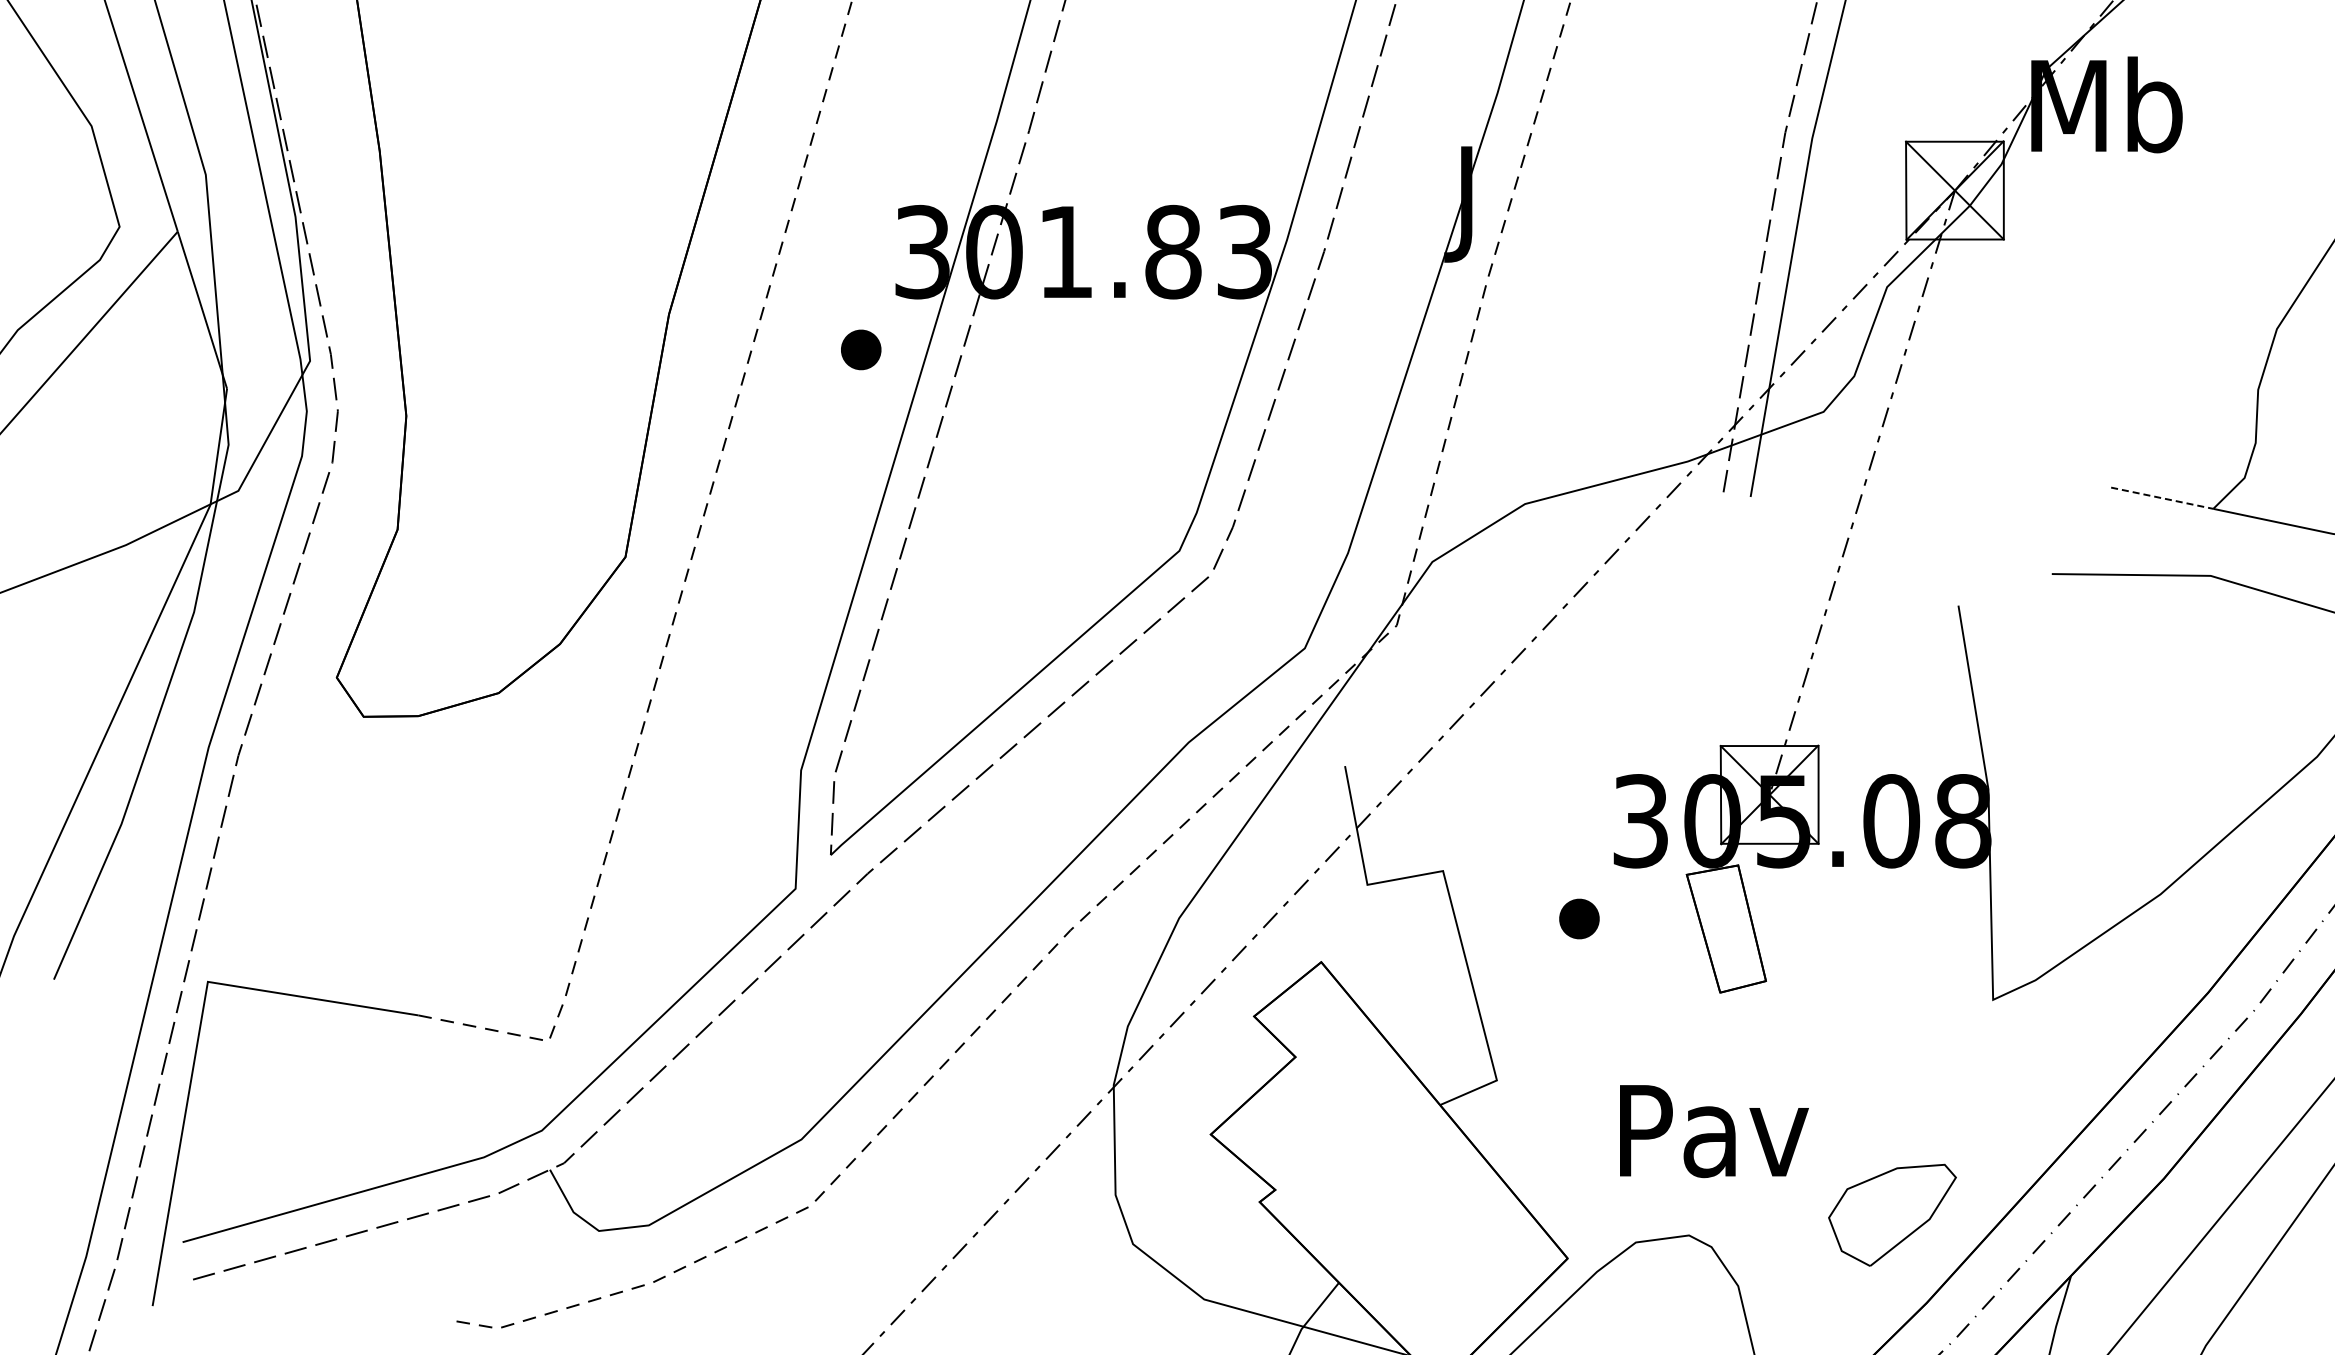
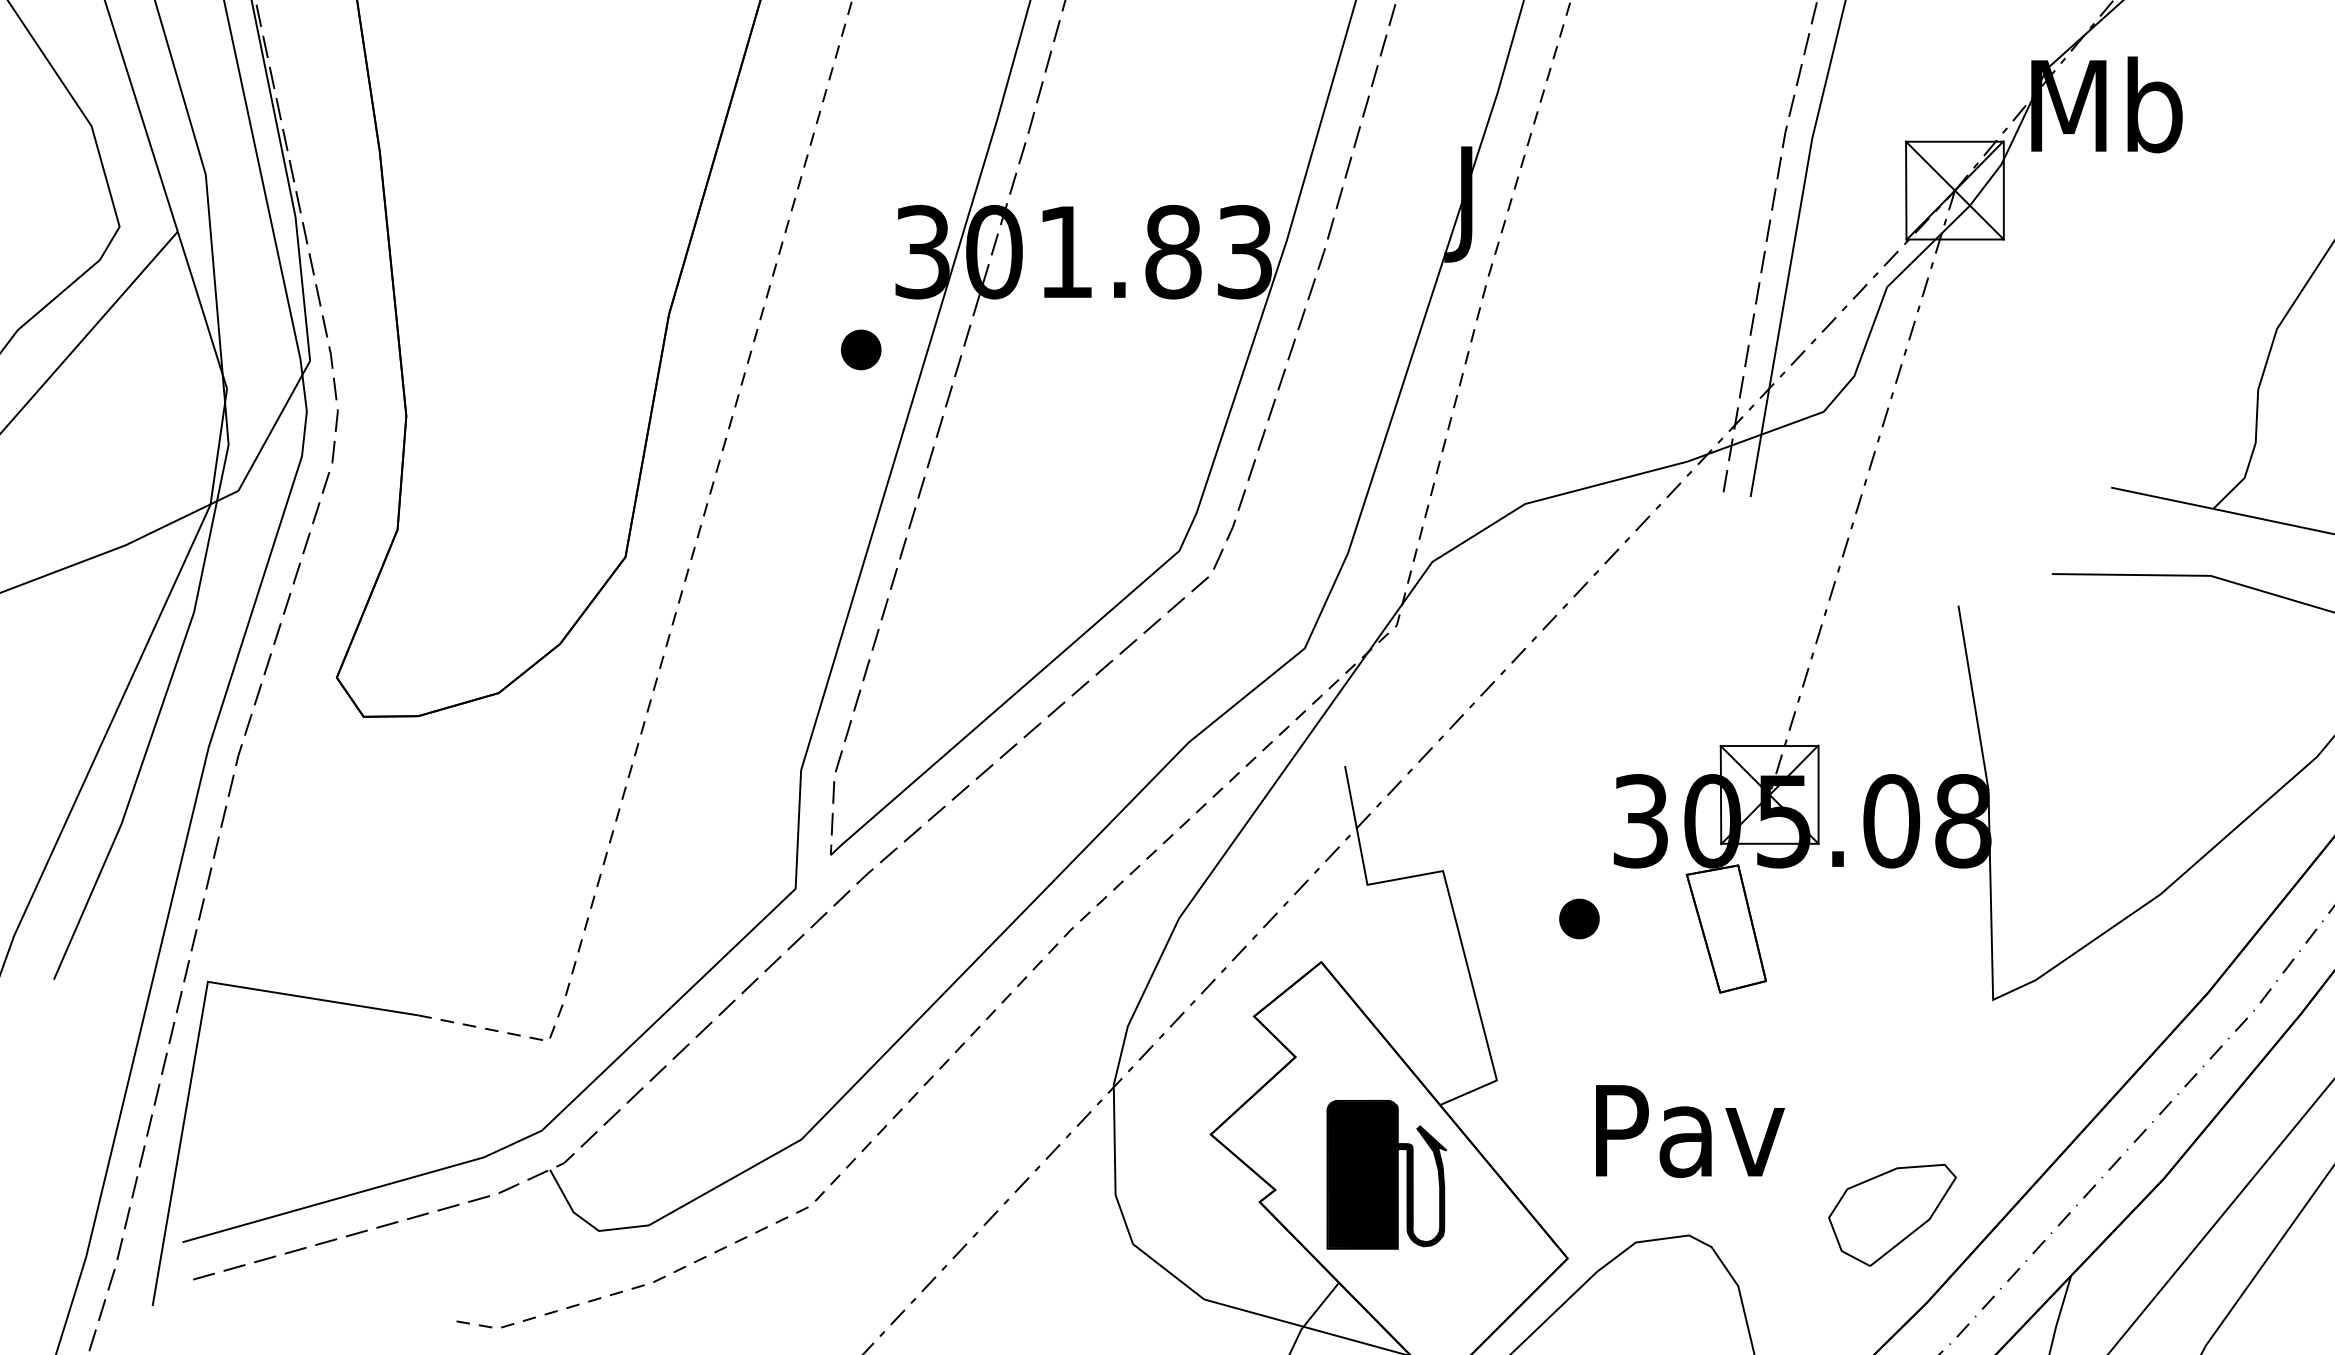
line at (2162, 498): dashed -> solid
text at (1714, 1131) position: (1714, 1131) -> (1690, 1131)
part at (1386, 1174): none -> present
